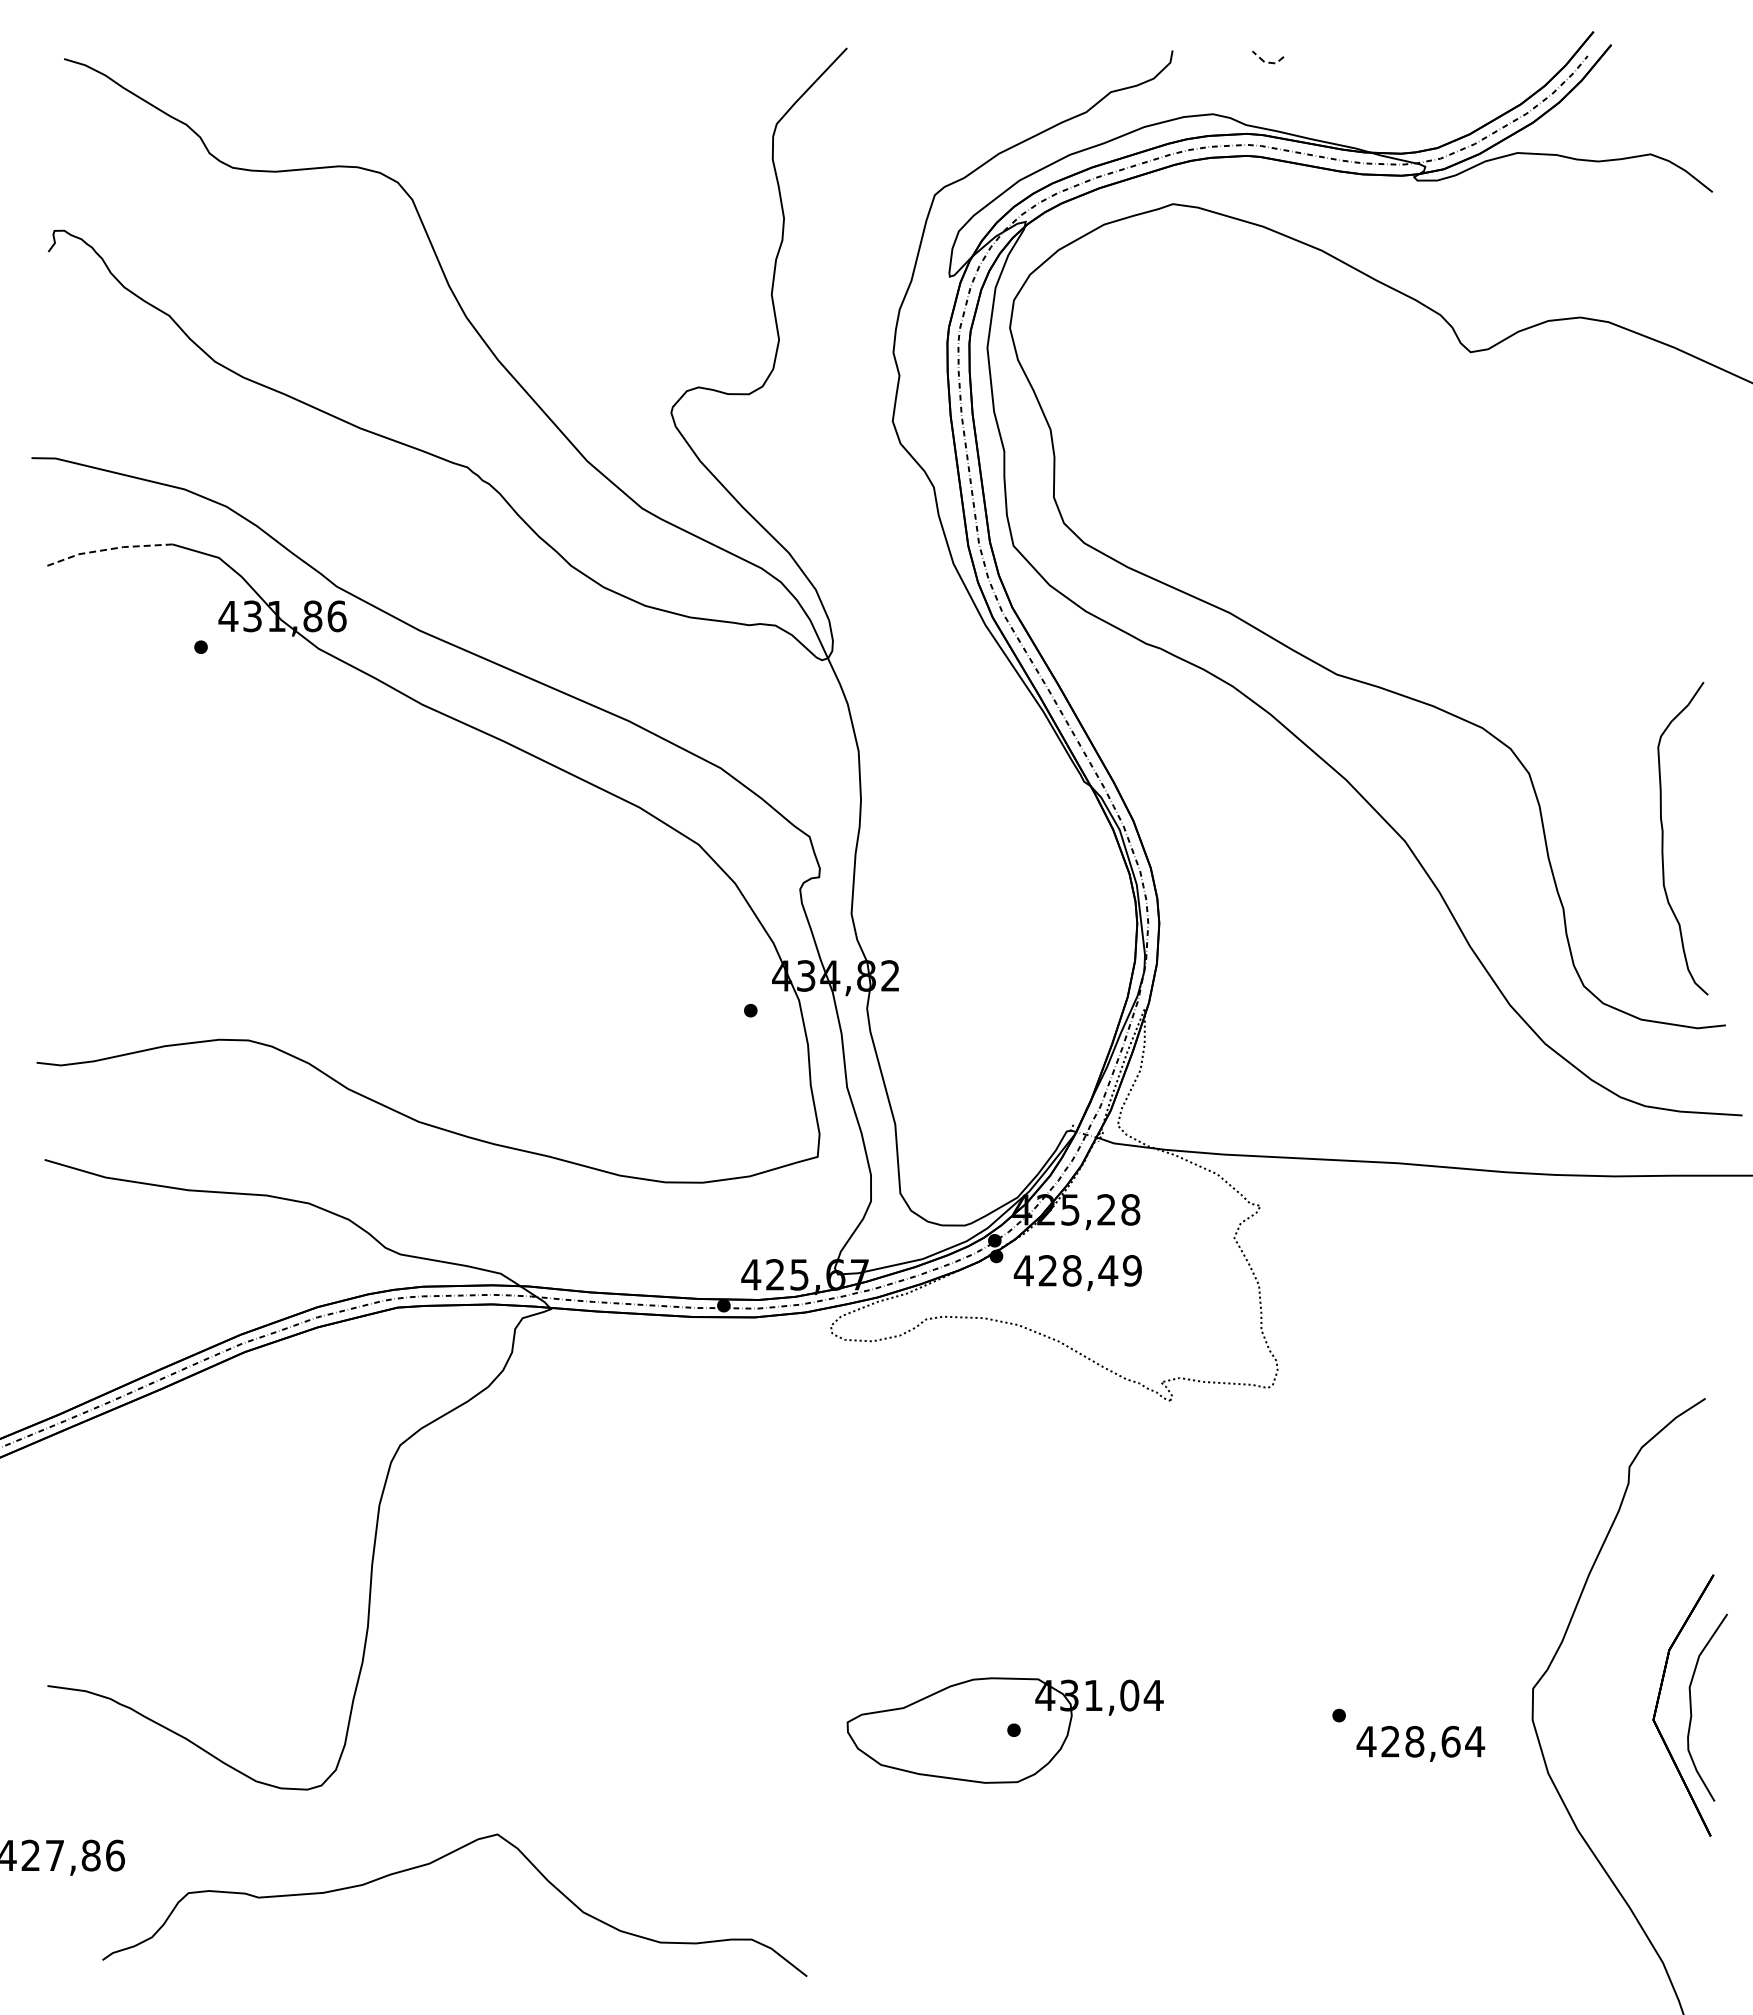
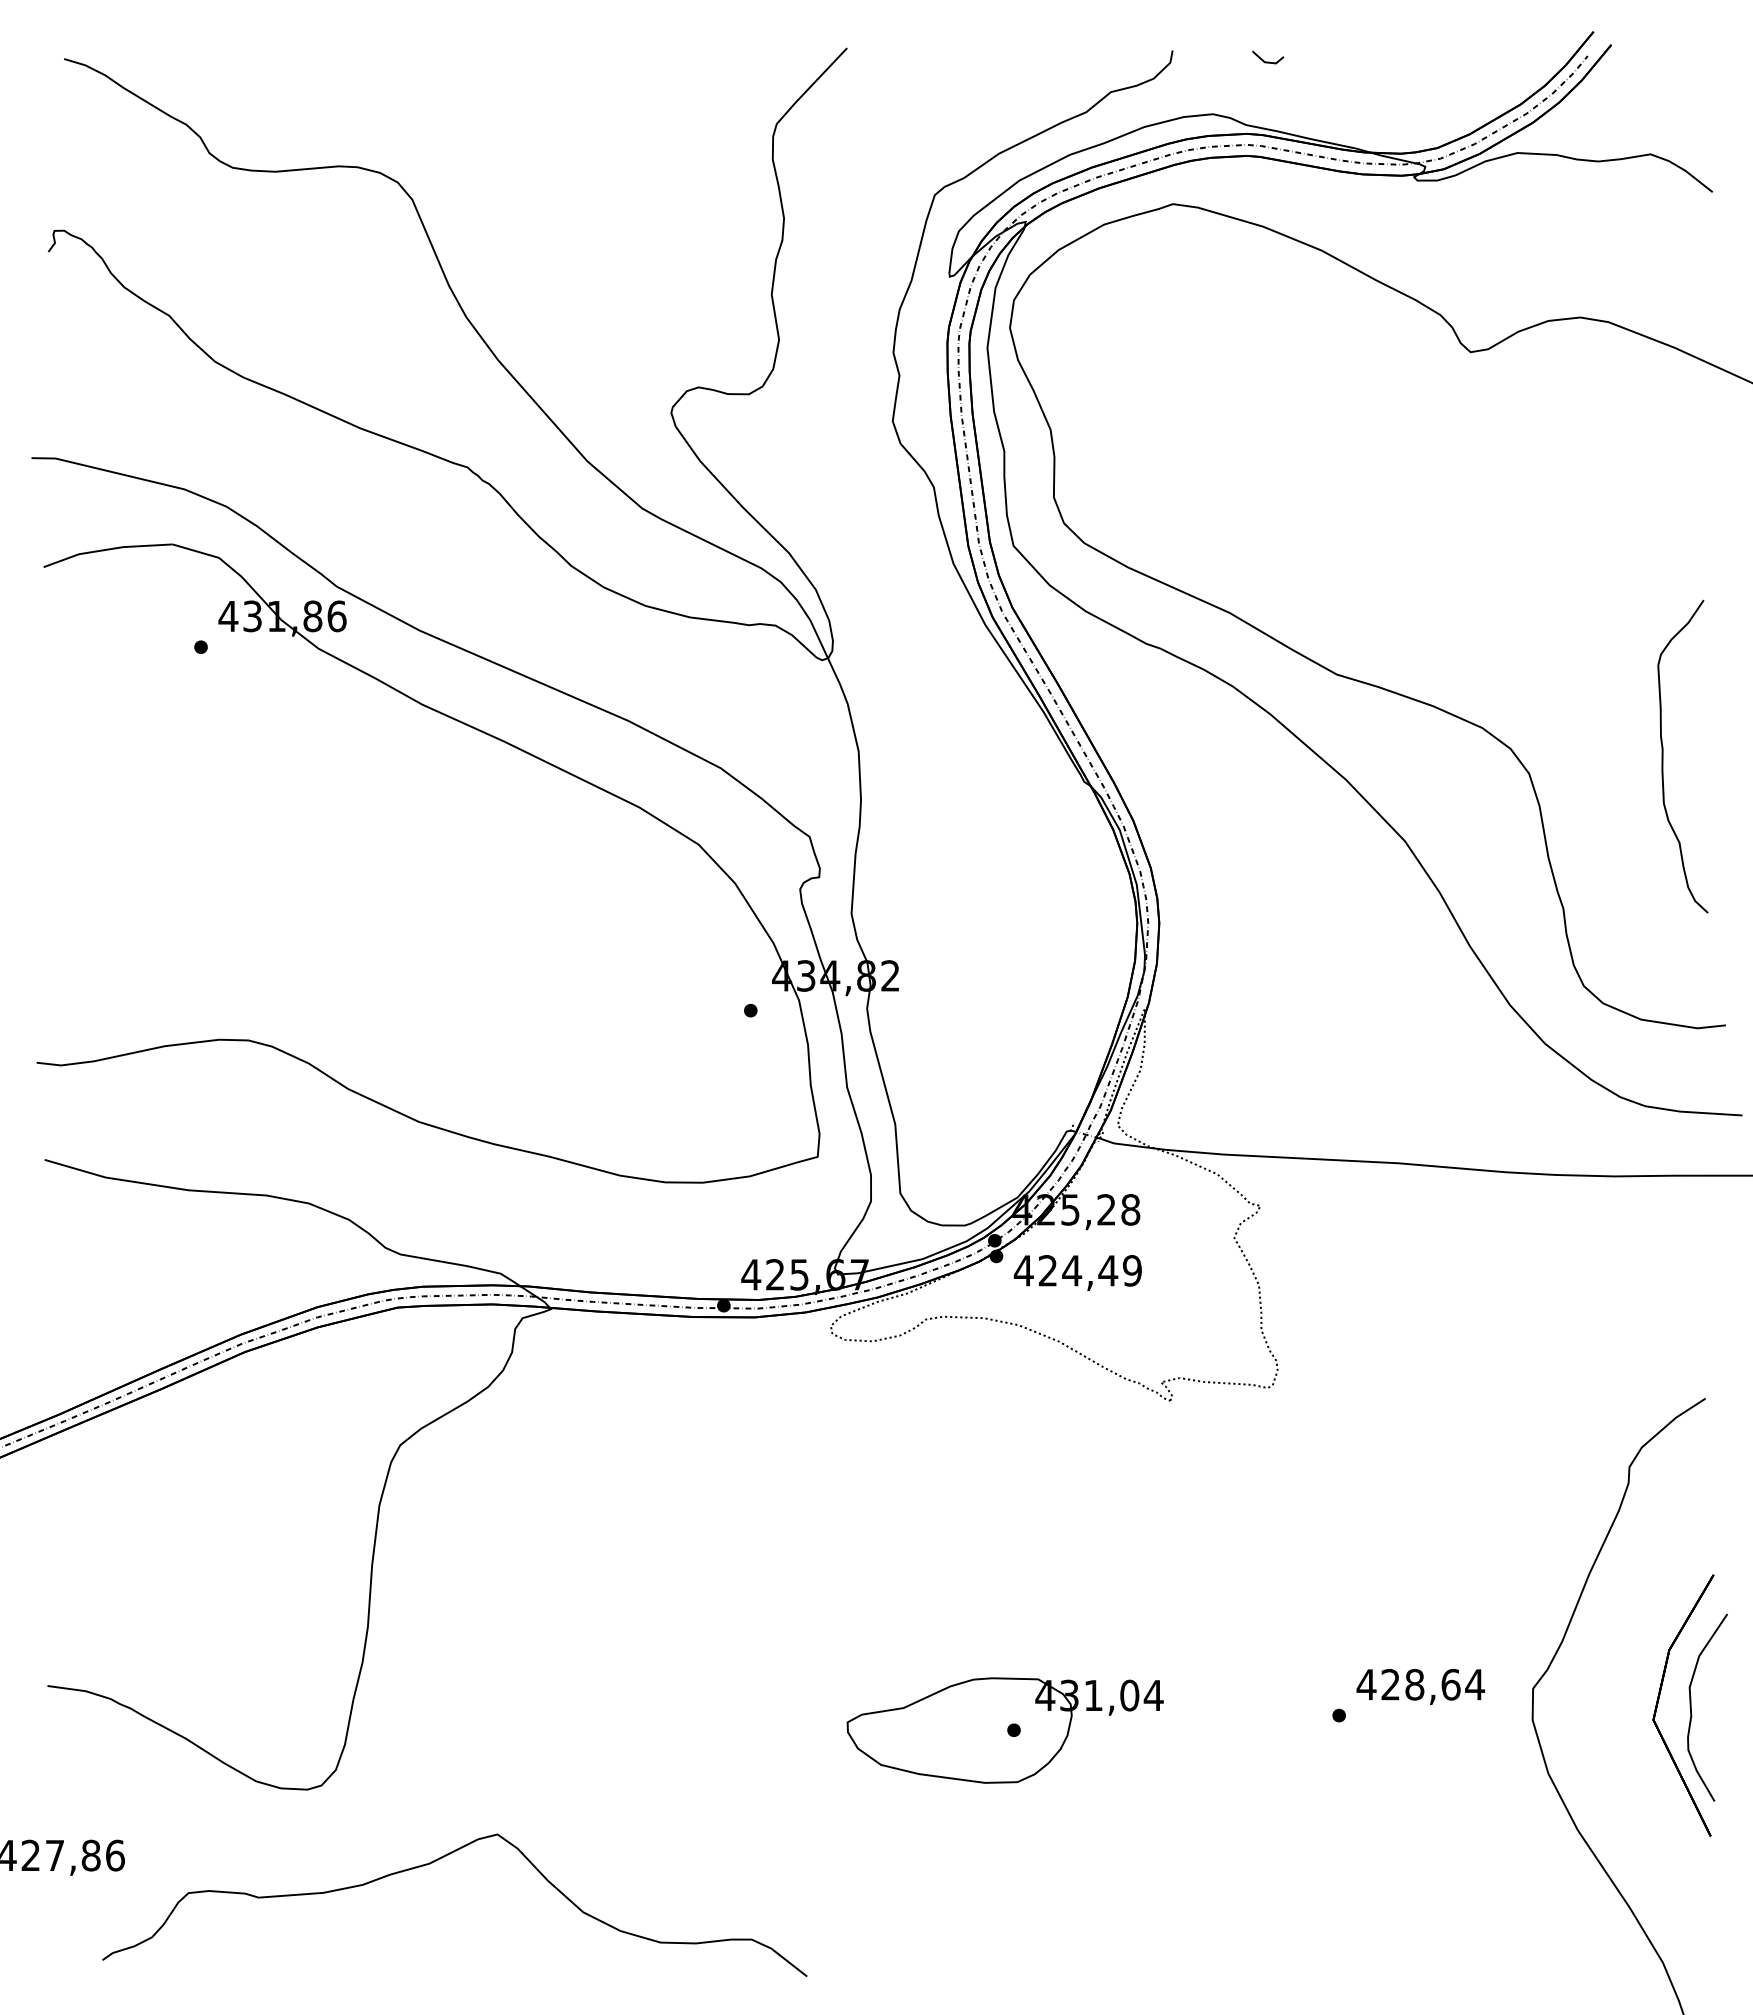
line at (1267, 62): dashed -> solid
line at (106, 549): dashed -> solid
curve at (1663, 838) position: (1663, 838) -> (1663, 756)
text at (1072, 1270): 428,49 -> 424,49
text at (1420, 1743) position: (1420, 1743) -> (1420, 1686)
